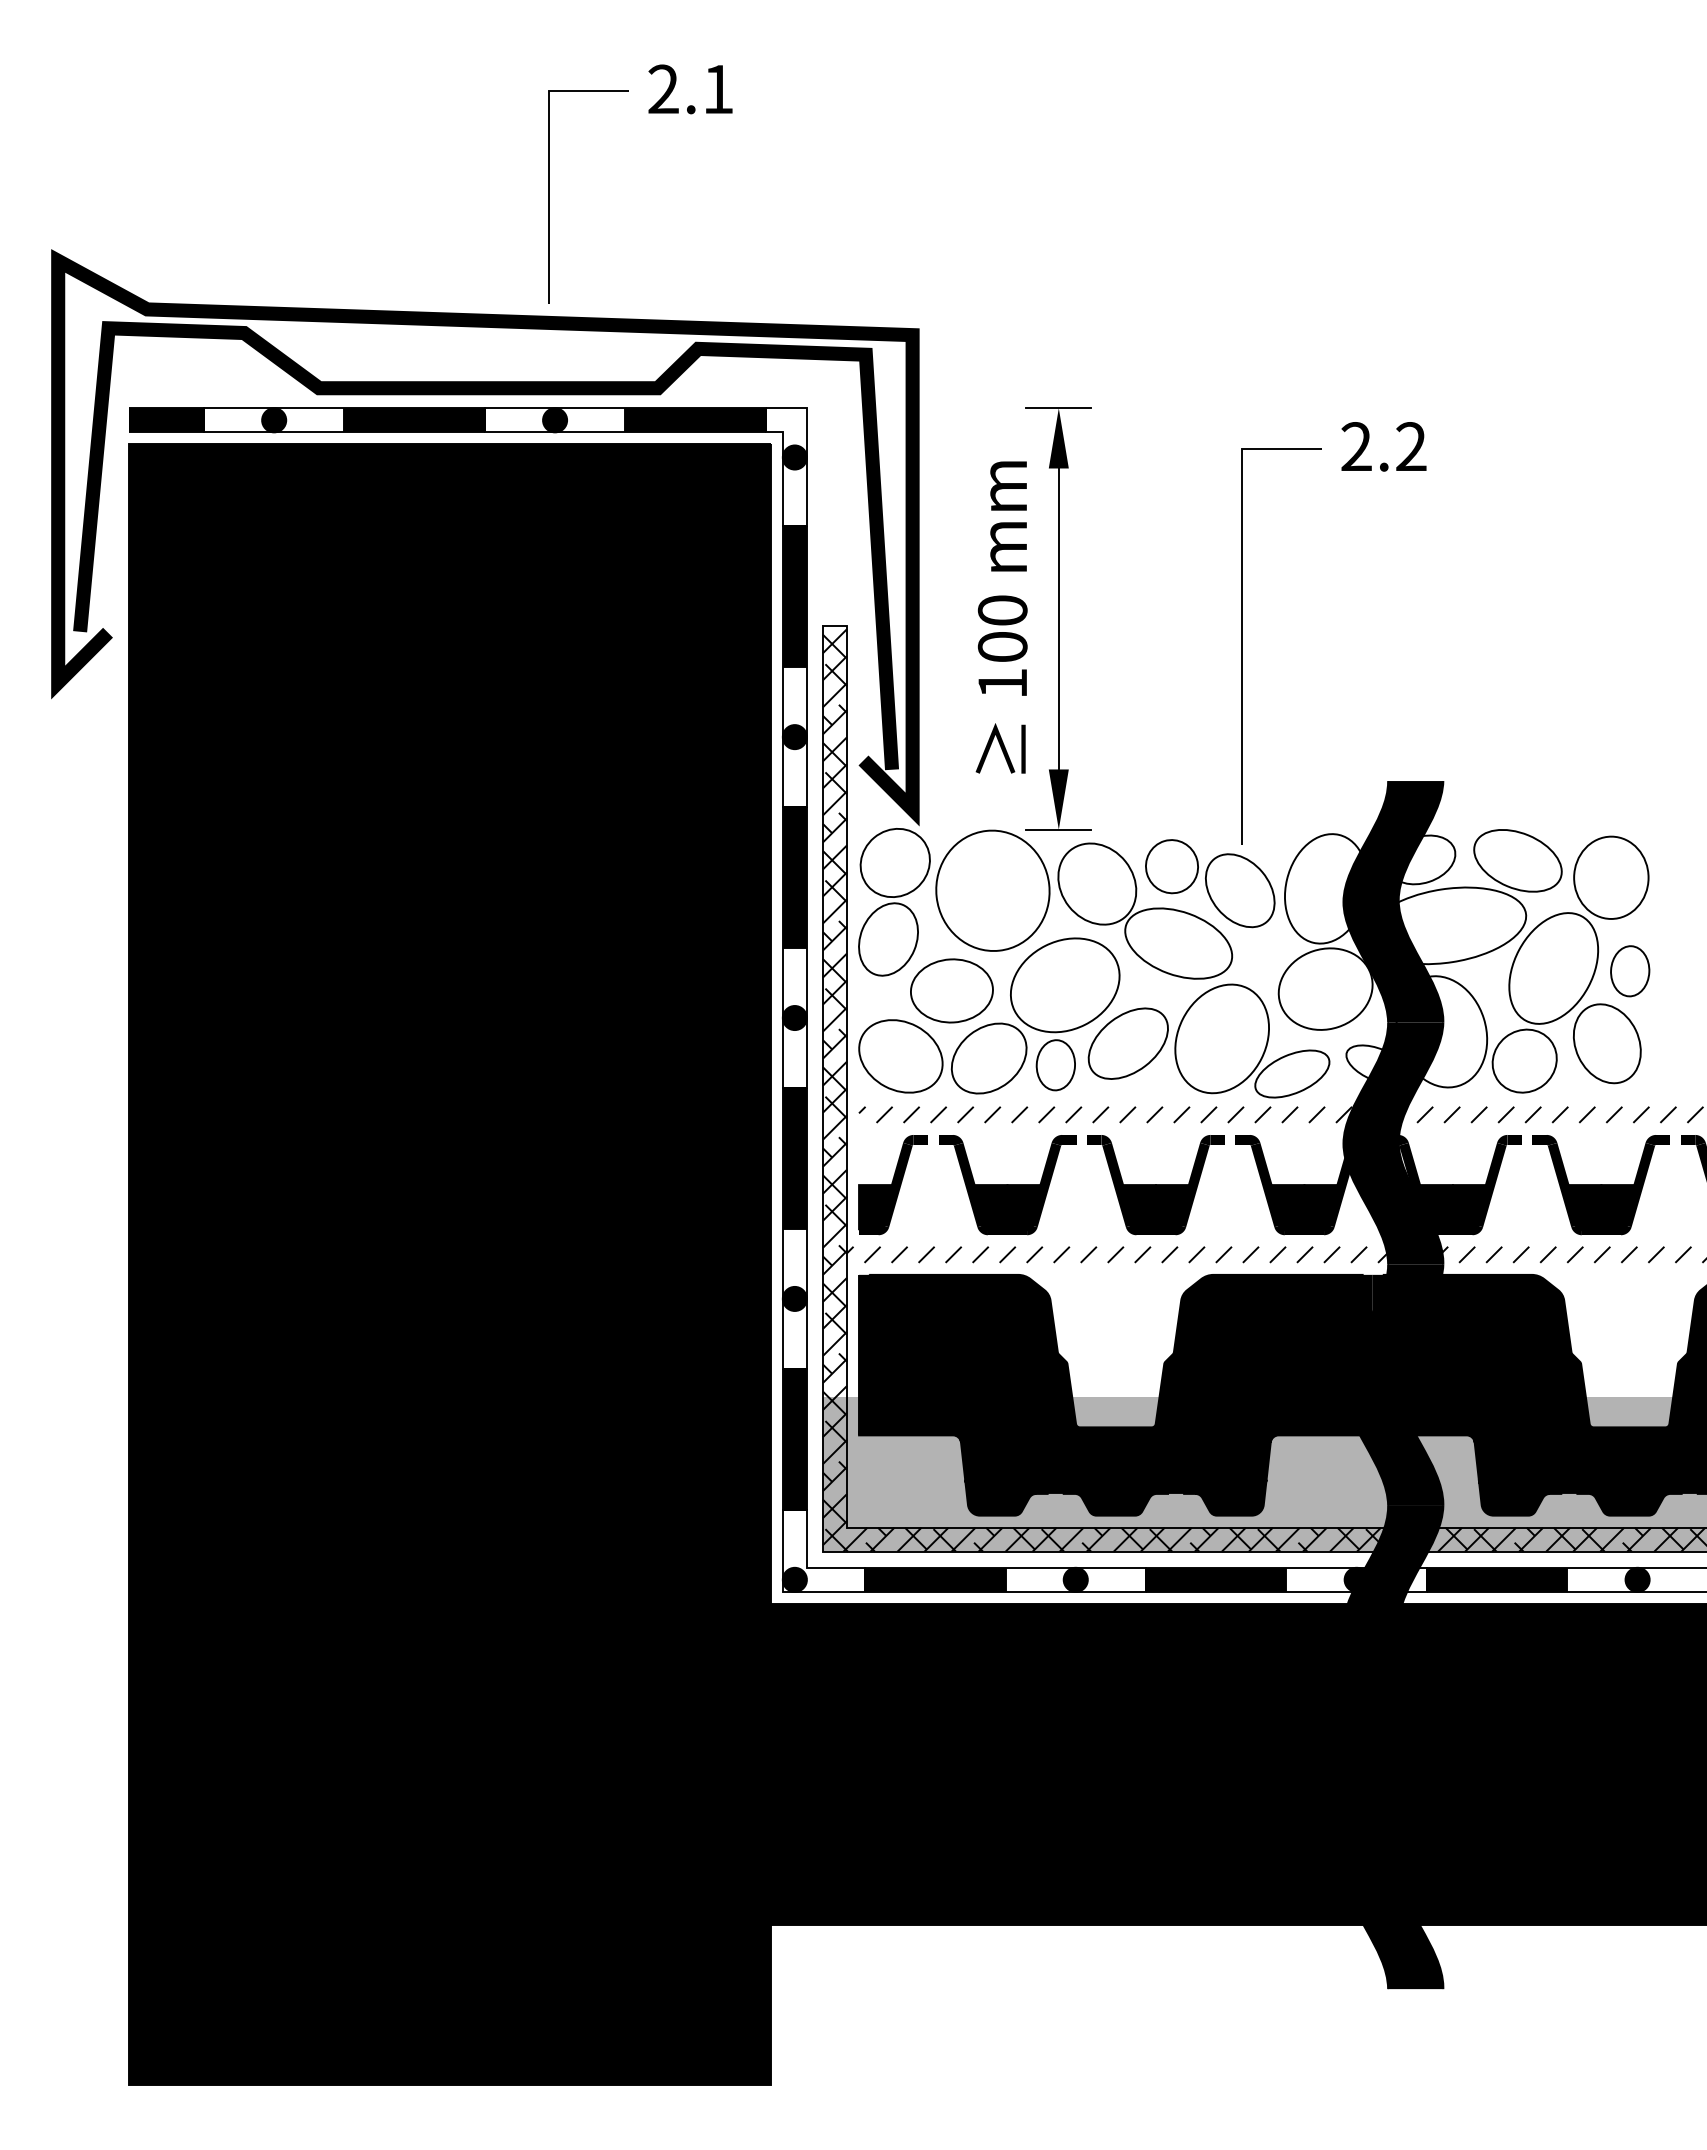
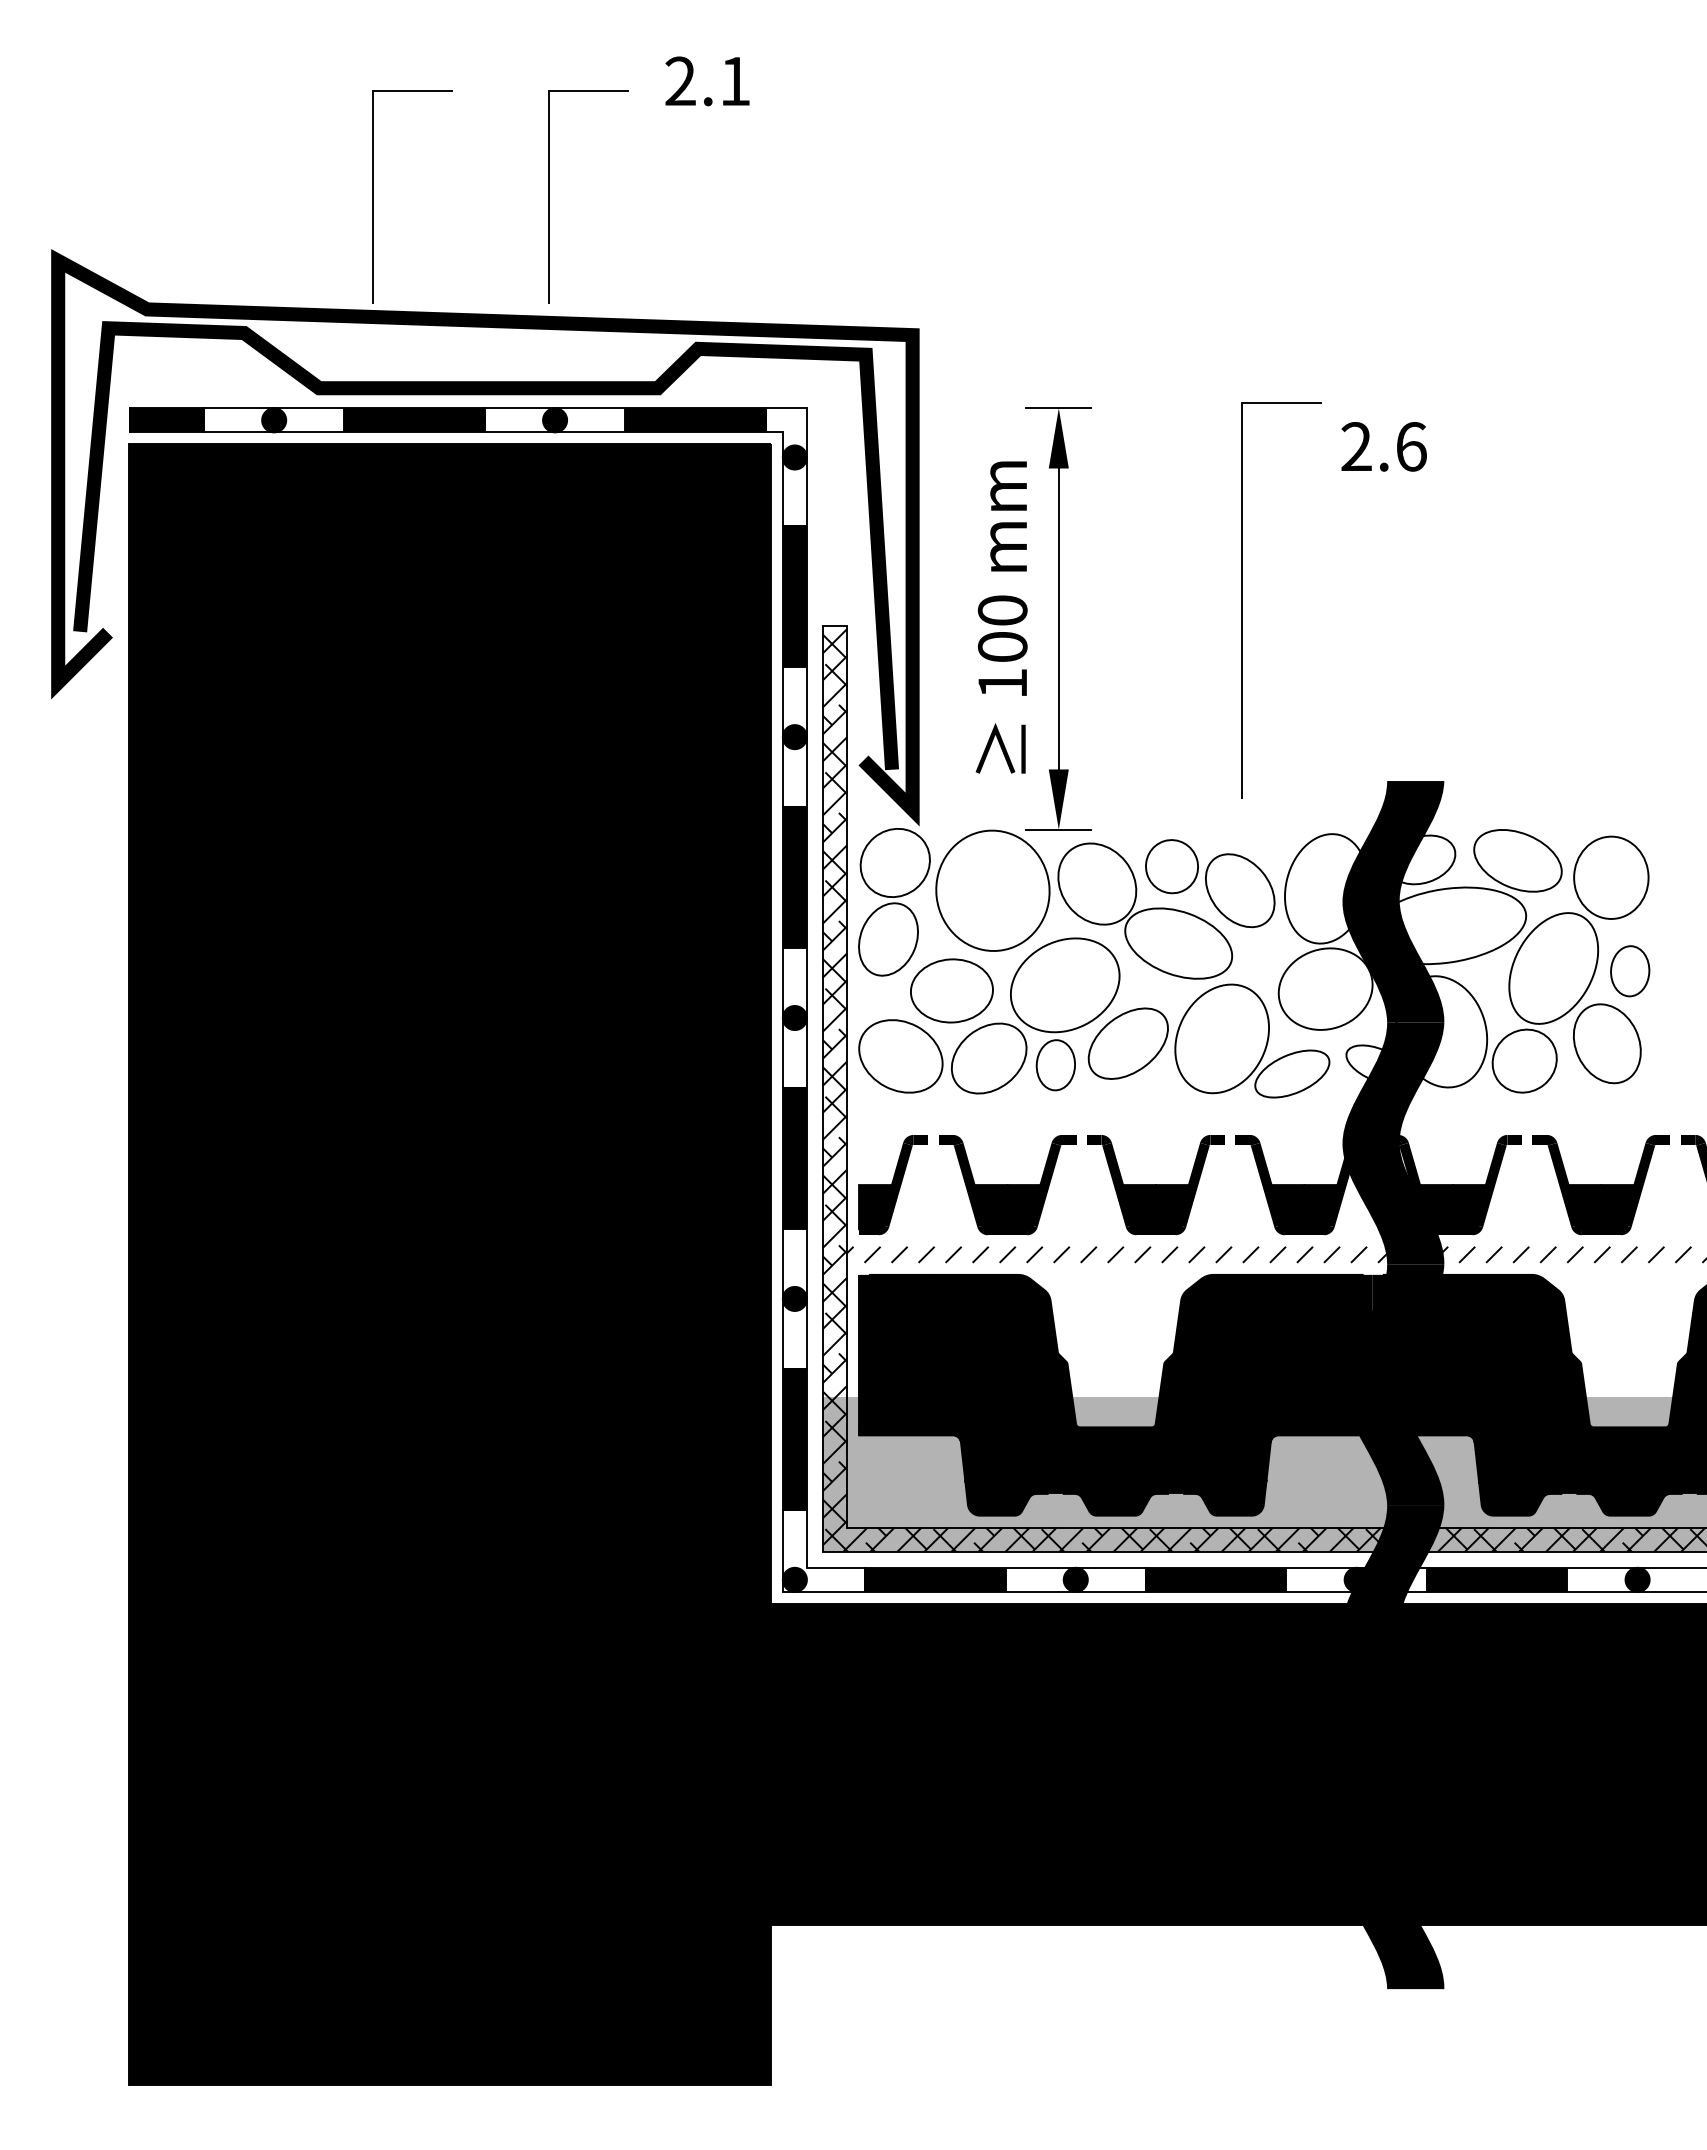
text at (690, 89) position: (690, 89) -> (707, 81)
line at (373, 196): none -> present
text at (1411, 446): 2.2 -> 2.6
line at (1242, 646) position: (1242, 646) -> (1242, 600)
hatch at (1281, 1114): present -> none
